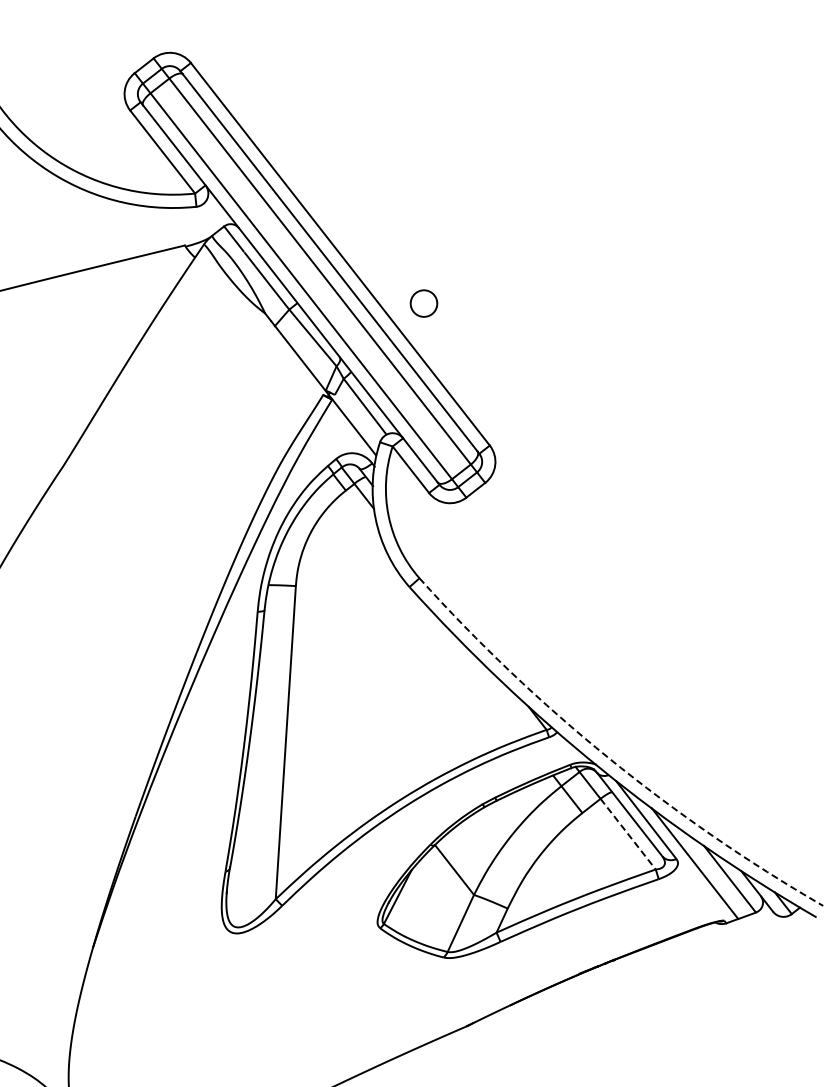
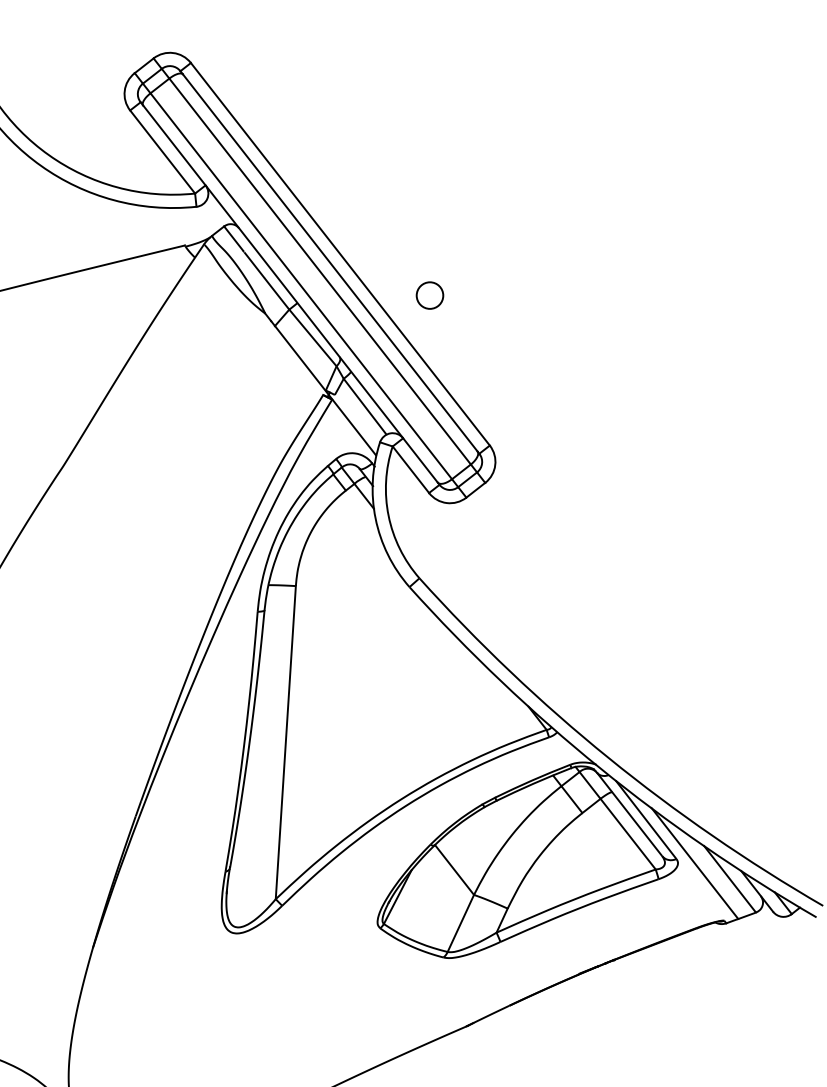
circle at (423, 303) position: (423, 303) -> (429, 295)
arc at (608, 757): dashed -> solid
line at (628, 834): dashed -> solid
